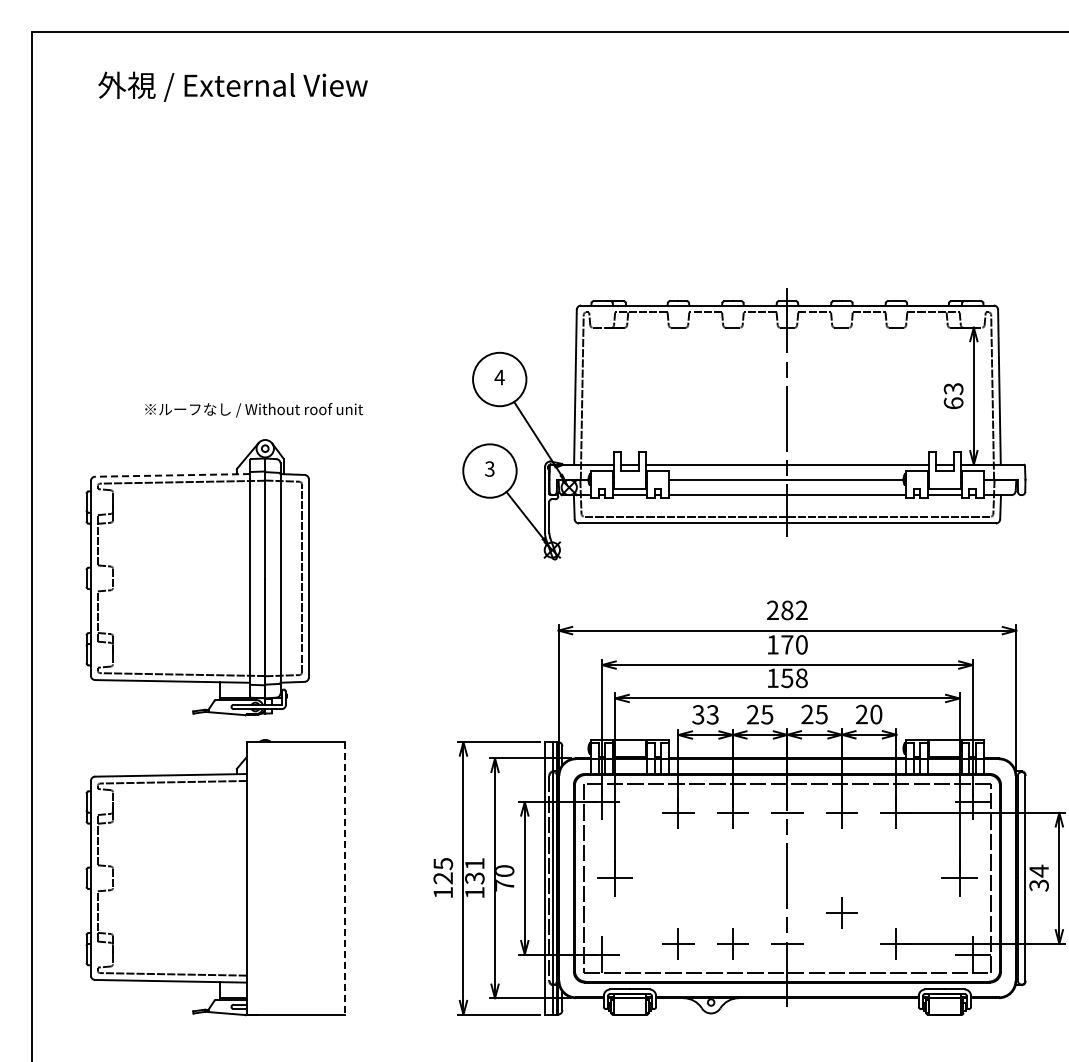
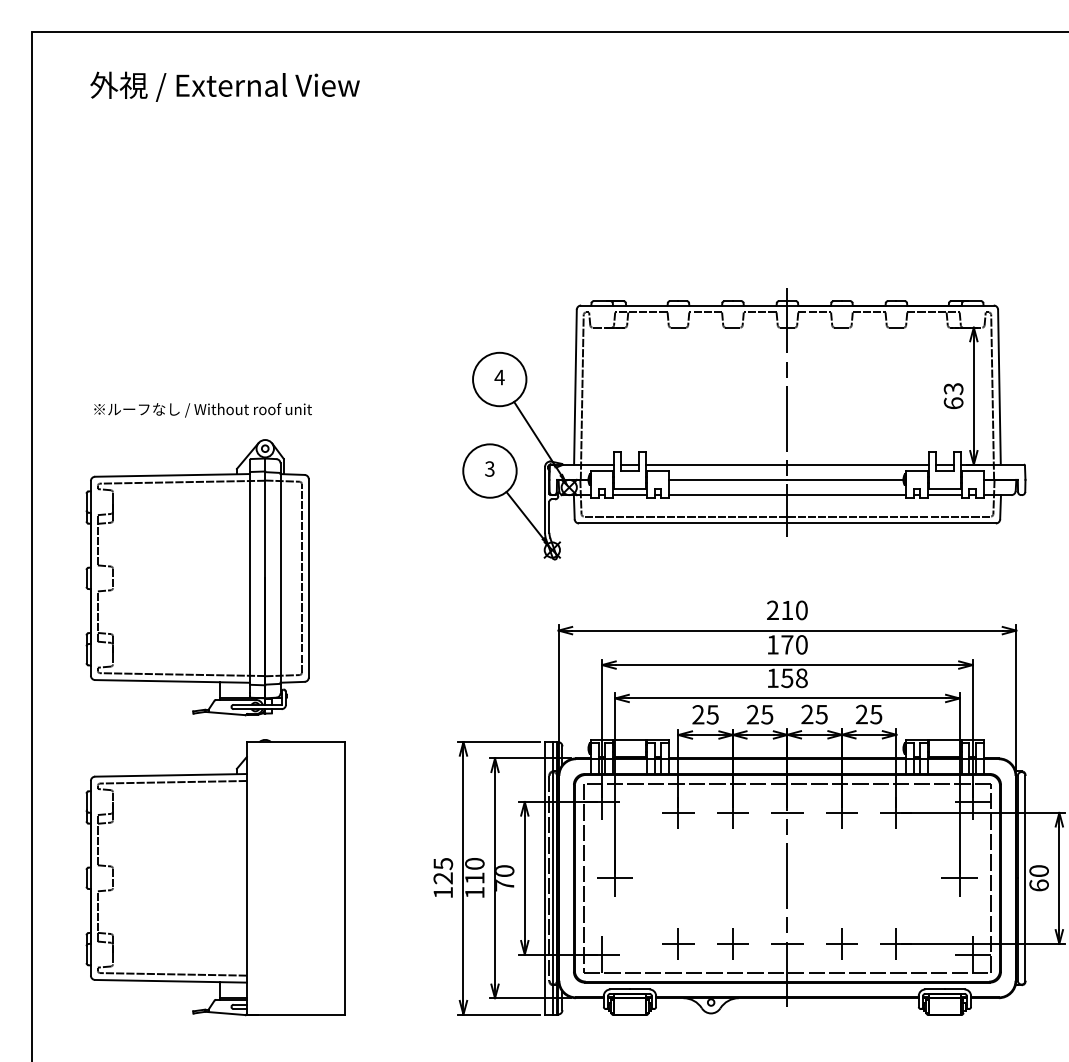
text at (232, 86) position: (232, 86) -> (224, 86)
text at (253, 410) position: (253, 410) -> (202, 410)
line at (172, 475): dashed -> solid
text at (794, 610): 282 -> 210
text at (705, 714): 33 -> 25
text at (876, 714): 20 -> 25
text at (474, 871): 131 -> 110
text at (1038, 877): 34 -> 60
line at (344, 878): dashed -> solid
part at (841, 912) position: (841, 912) -> (841, 943)
